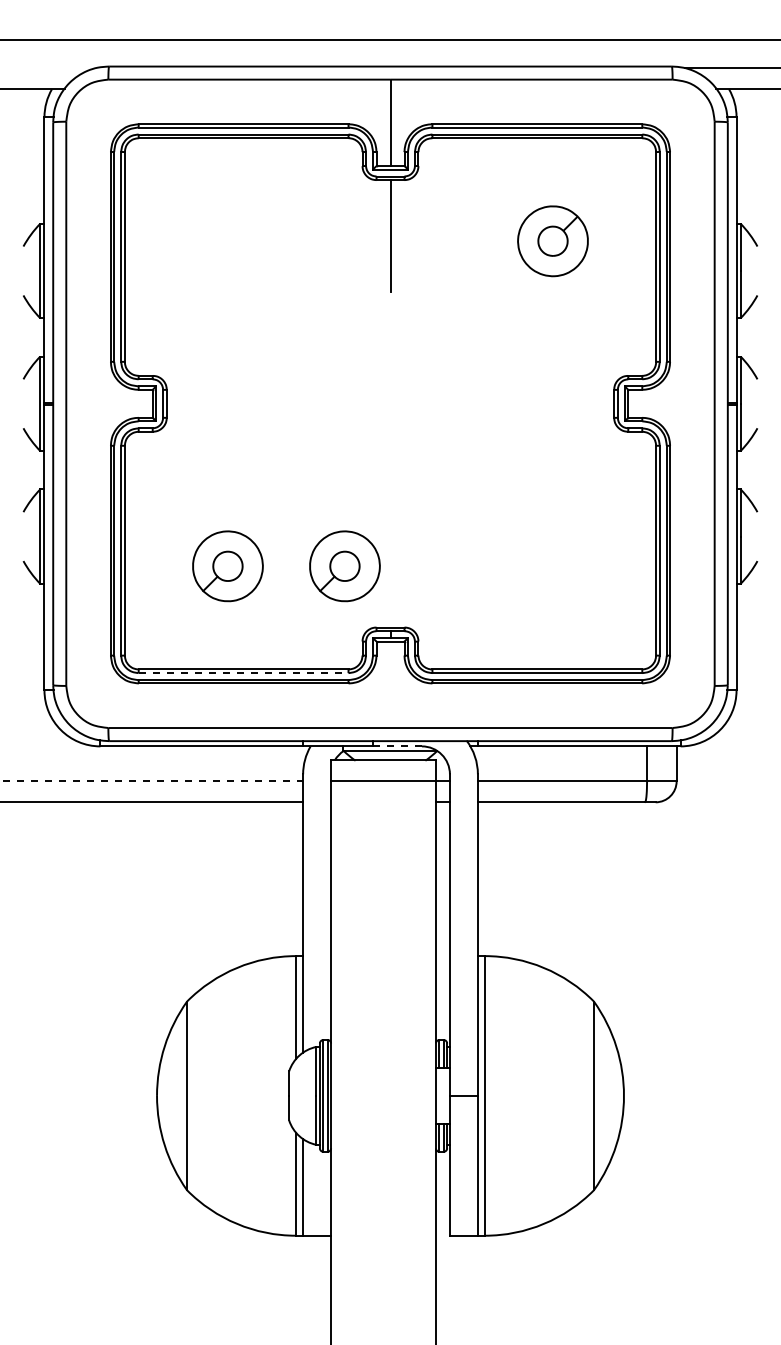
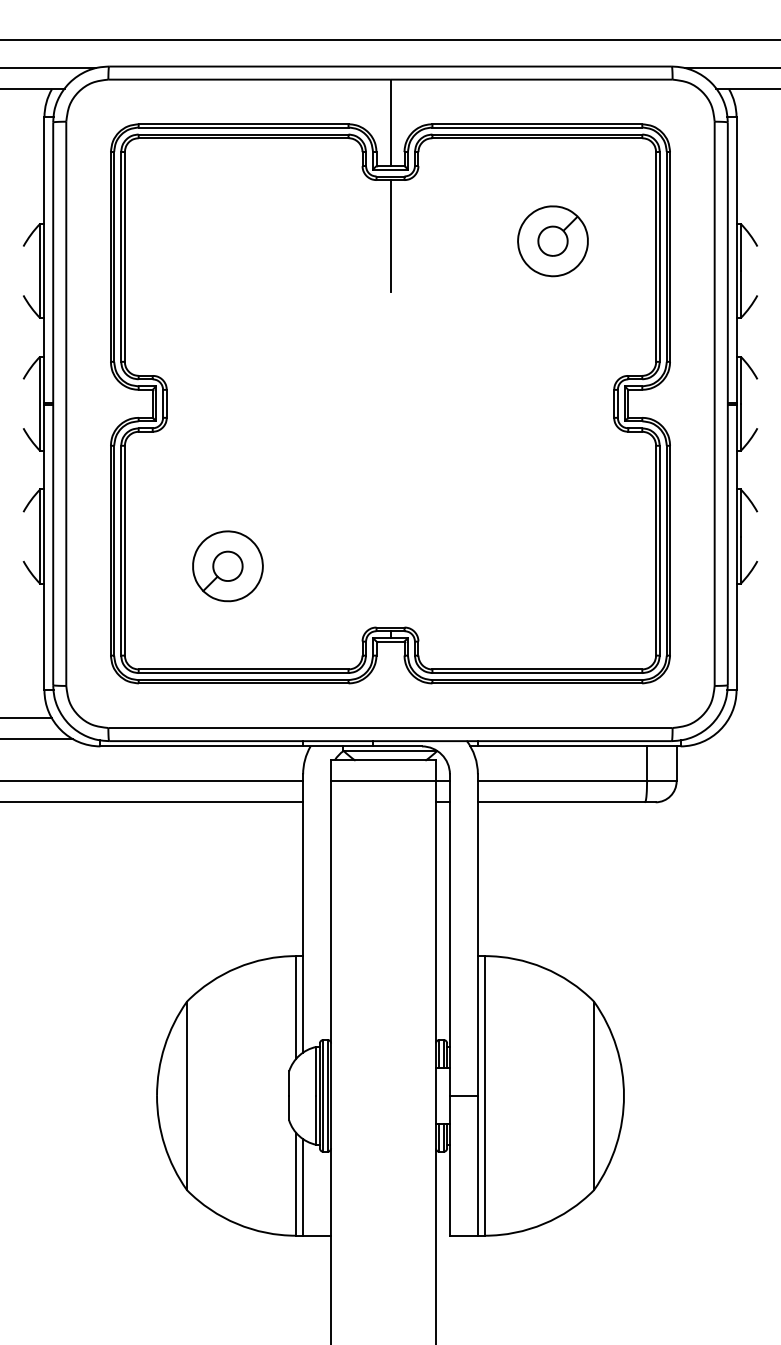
line at (48, 68): none -> present
part at (344, 566): present -> none
line at (243, 673): dashed -> solid
line at (26, 718): none -> present
line at (37, 739): none -> present
line at (398, 746): dashed -> solid
line at (152, 781): dashed -> solid
